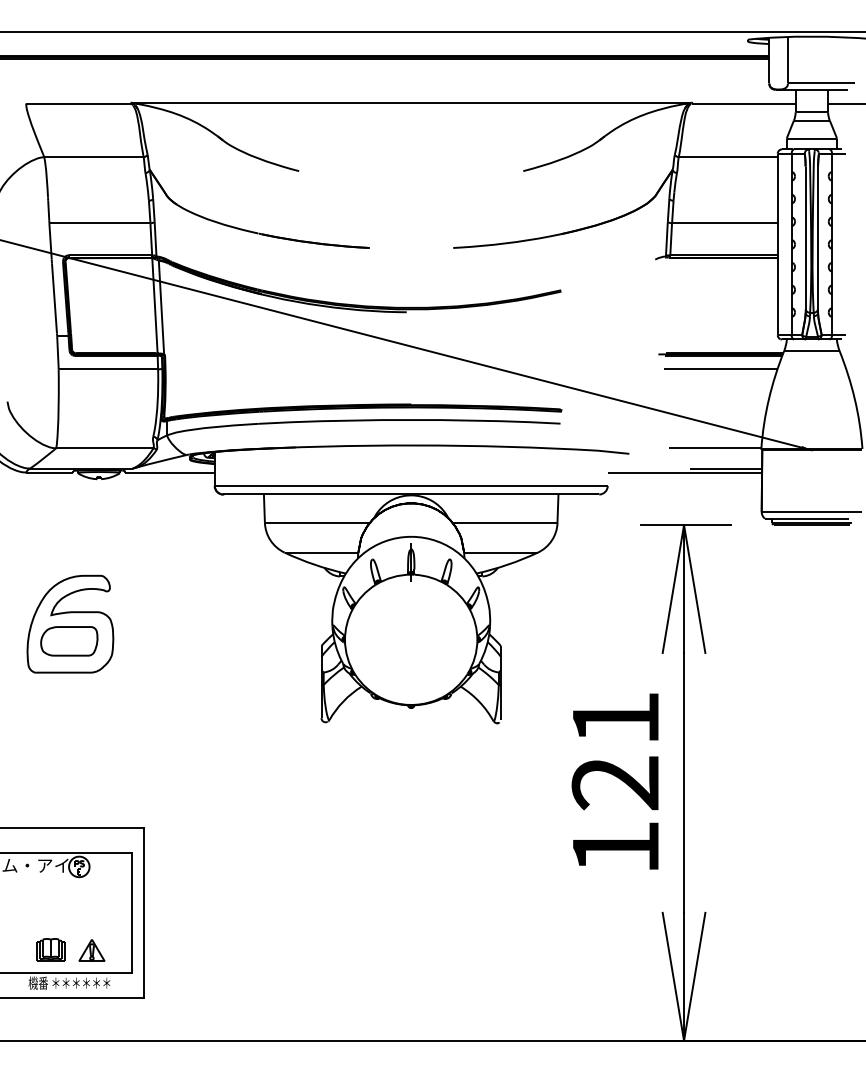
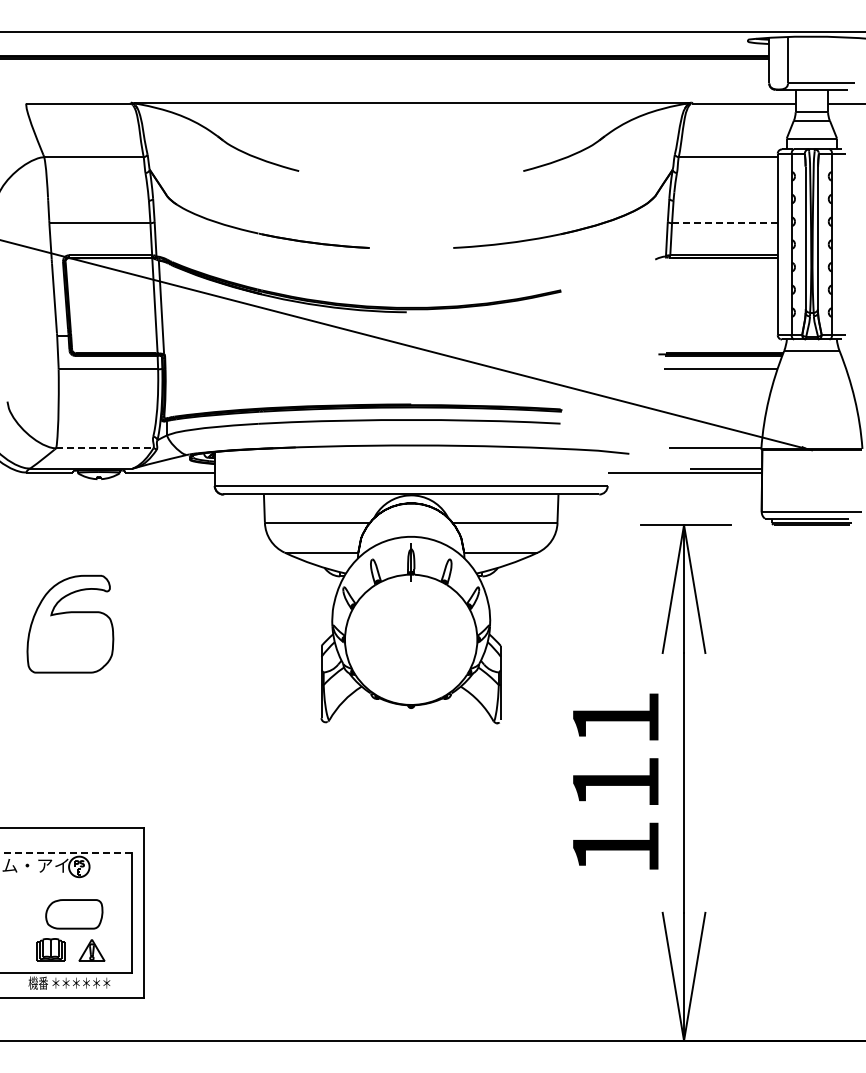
line at (724, 223): solid -> dashed
line at (104, 448): solid -> dashed
part at (69, 641) position: (69, 641) -> (74, 914)
text at (614, 783): 121 -> 111
line at (66, 853): solid -> dashed
